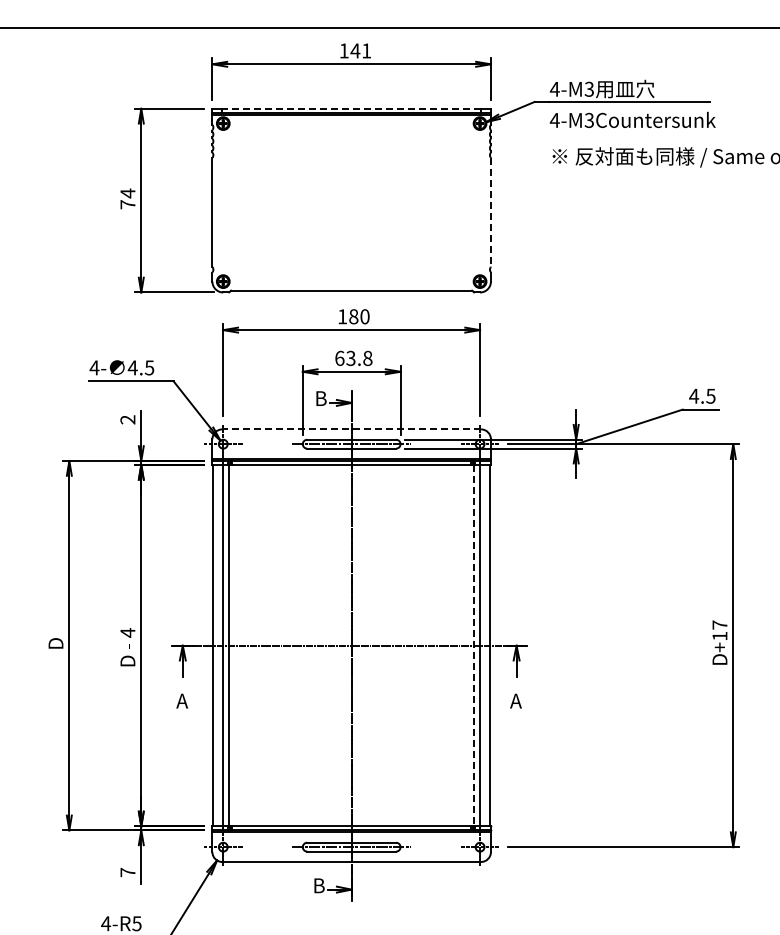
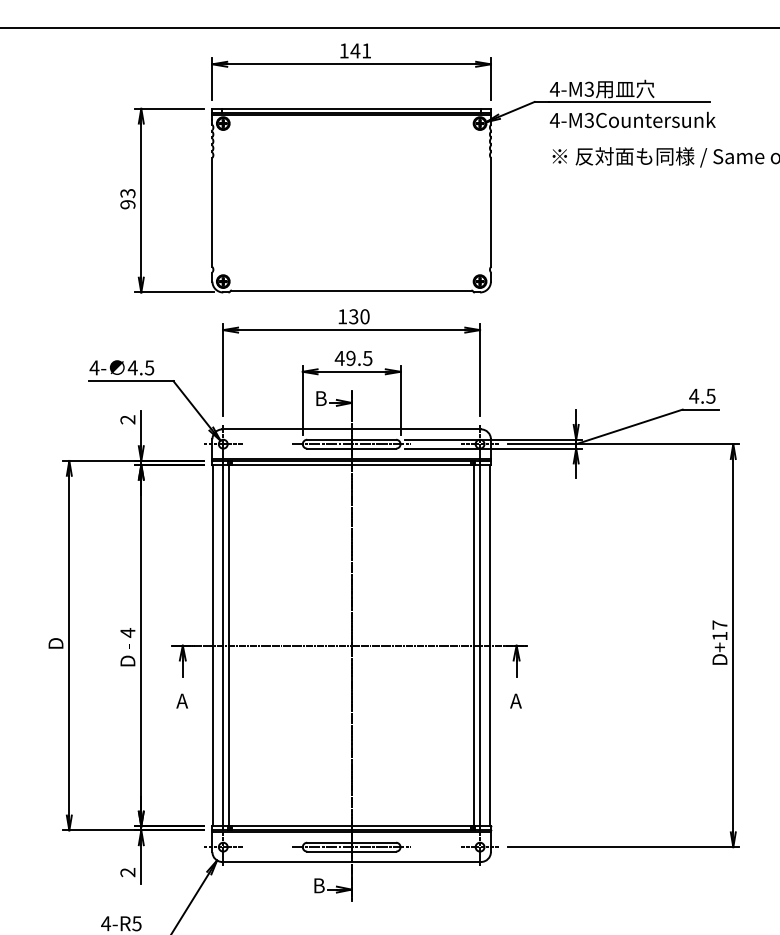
line at (351, 108): dashed -> solid
text at (127, 198): 74 -> 93
line at (490, 212): dashed -> solid
text at (353, 316): 180 -> 130
text at (353, 358): 63.8 -> 49.5
line at (351, 429): dashed -> solid
line at (474, 645): dashed -> solid
text at (127, 872): 7 -> 2
